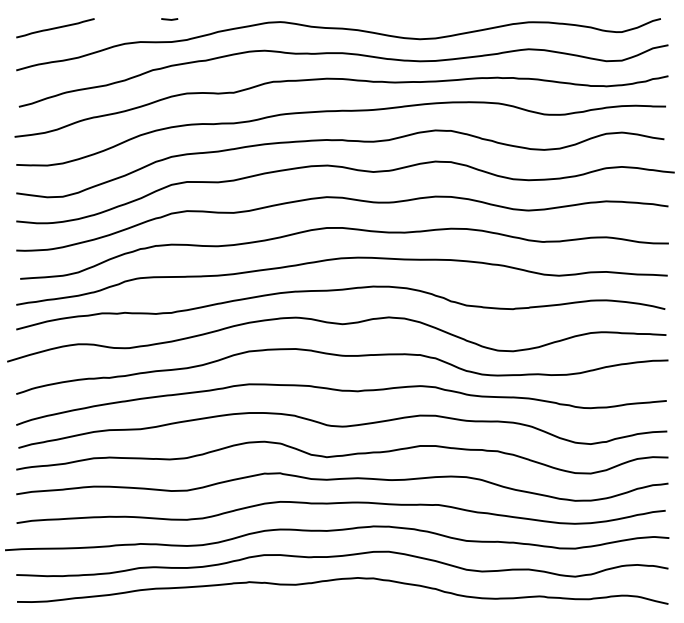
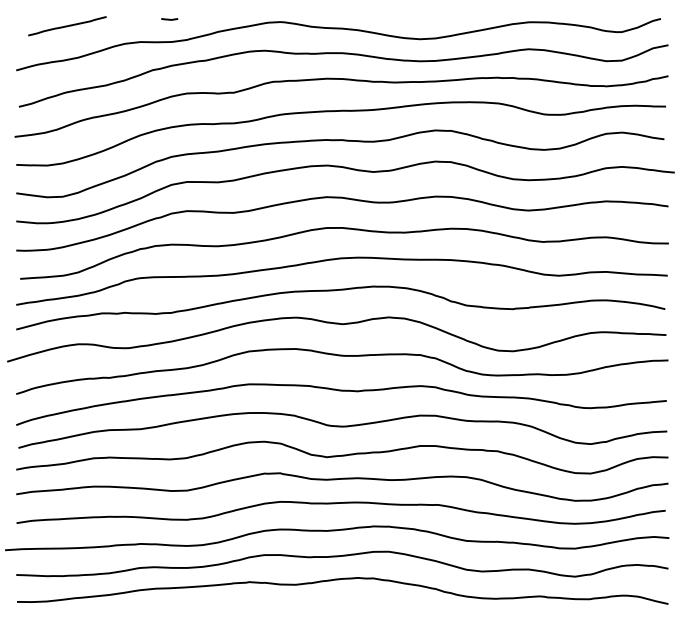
line at (55, 28) position: (55, 28) -> (67, 26)
